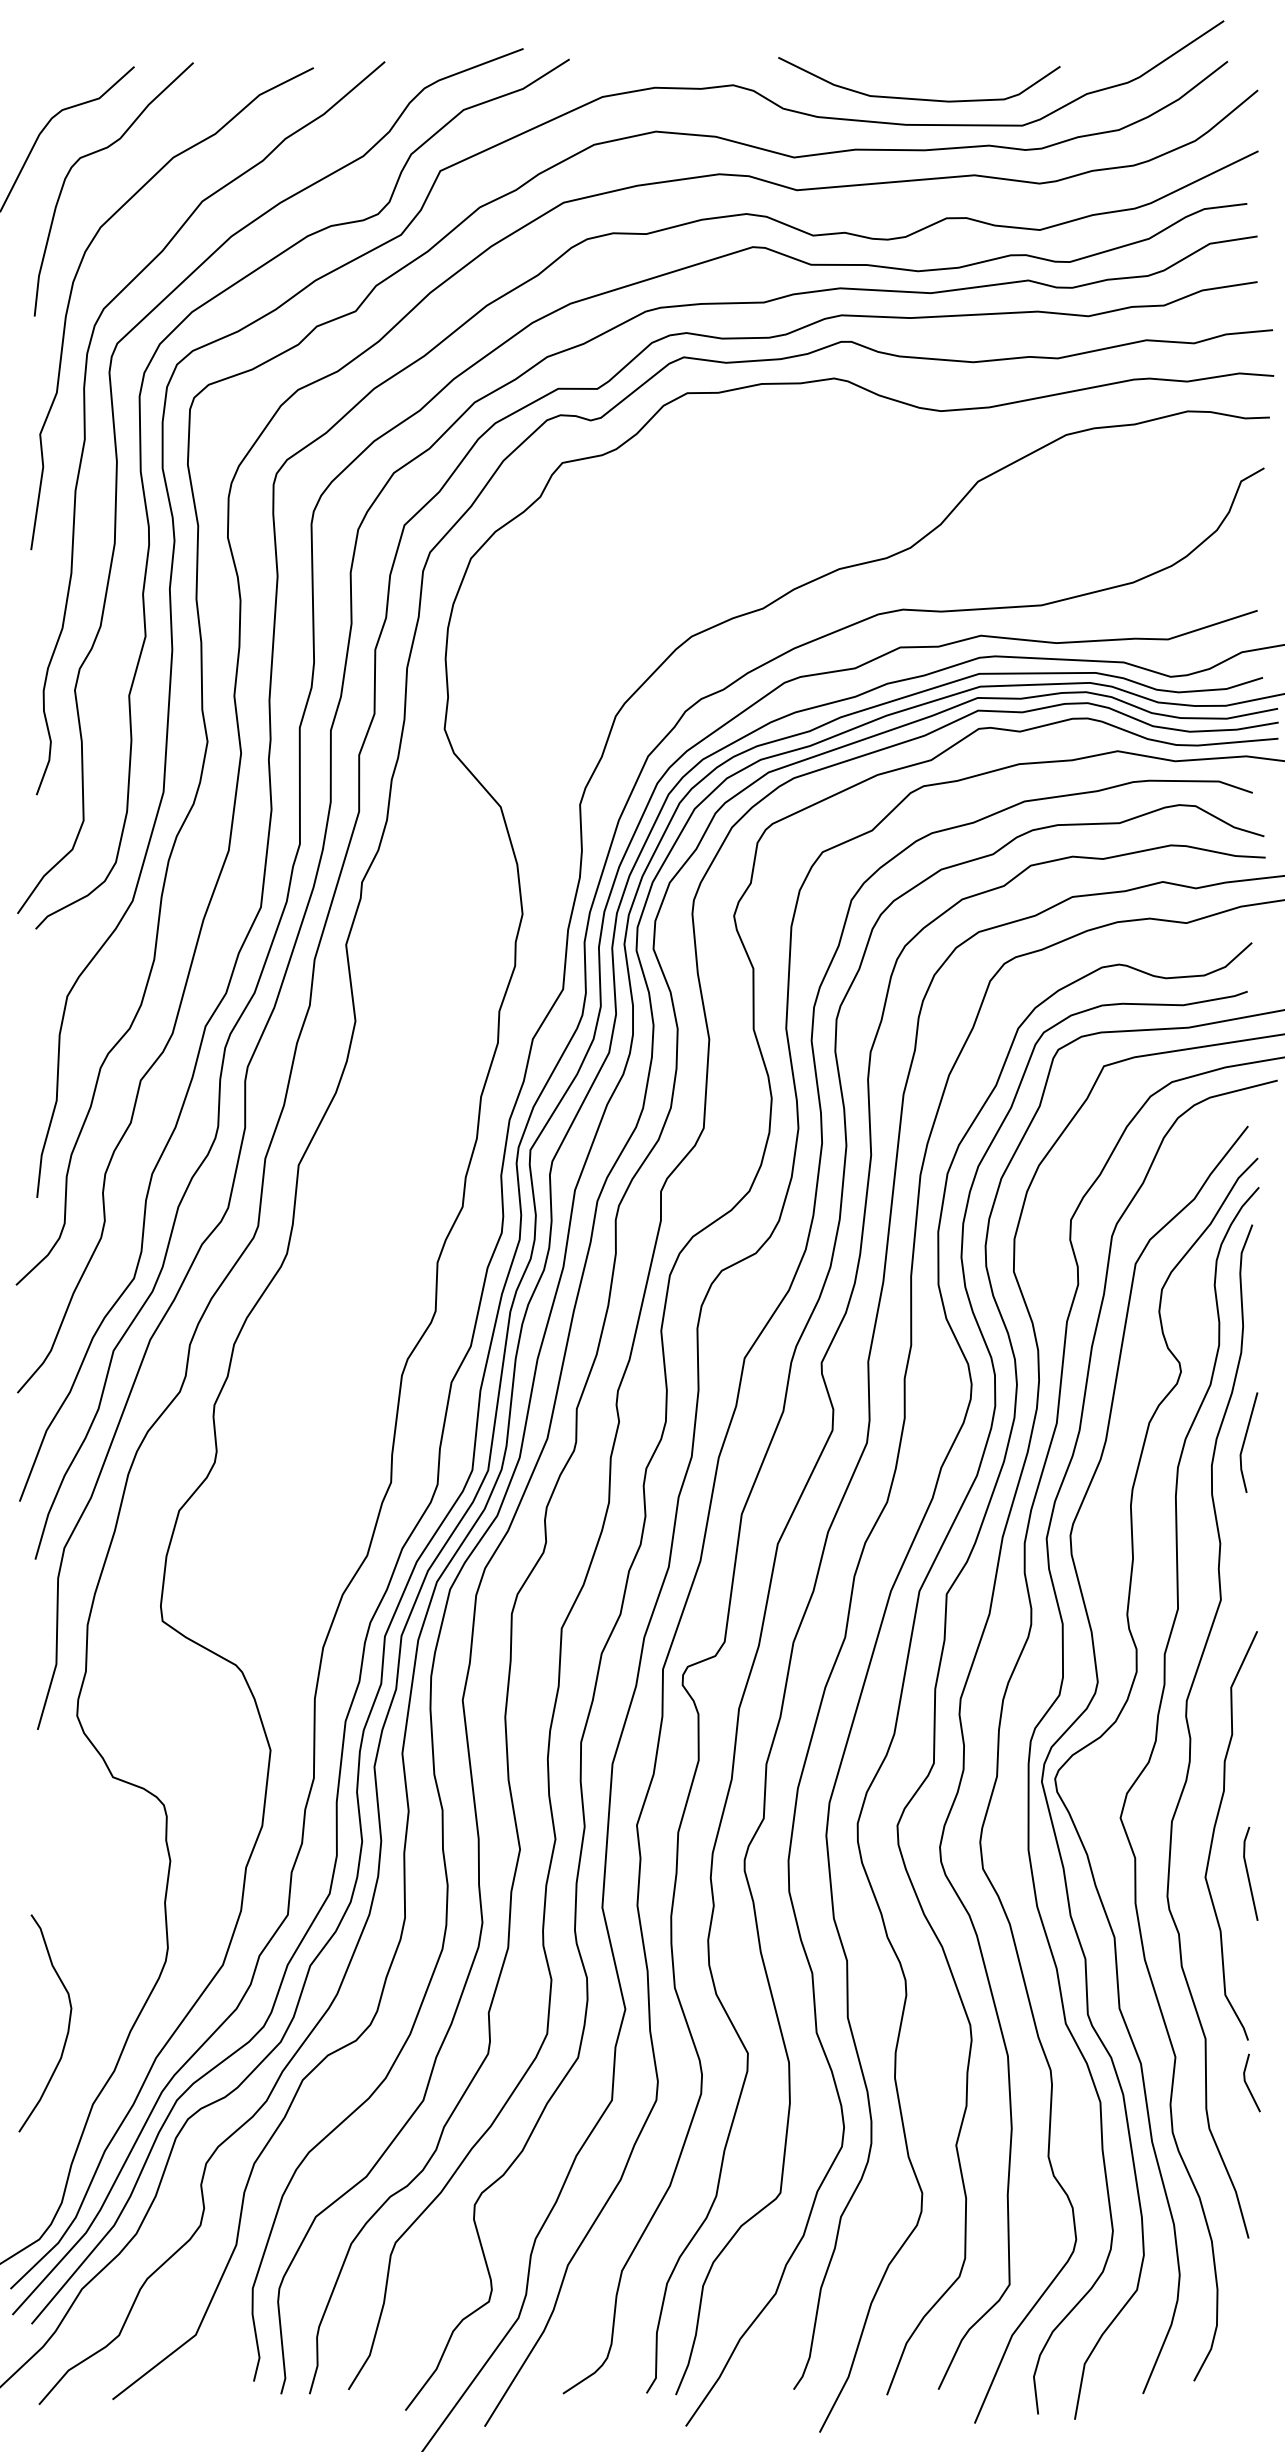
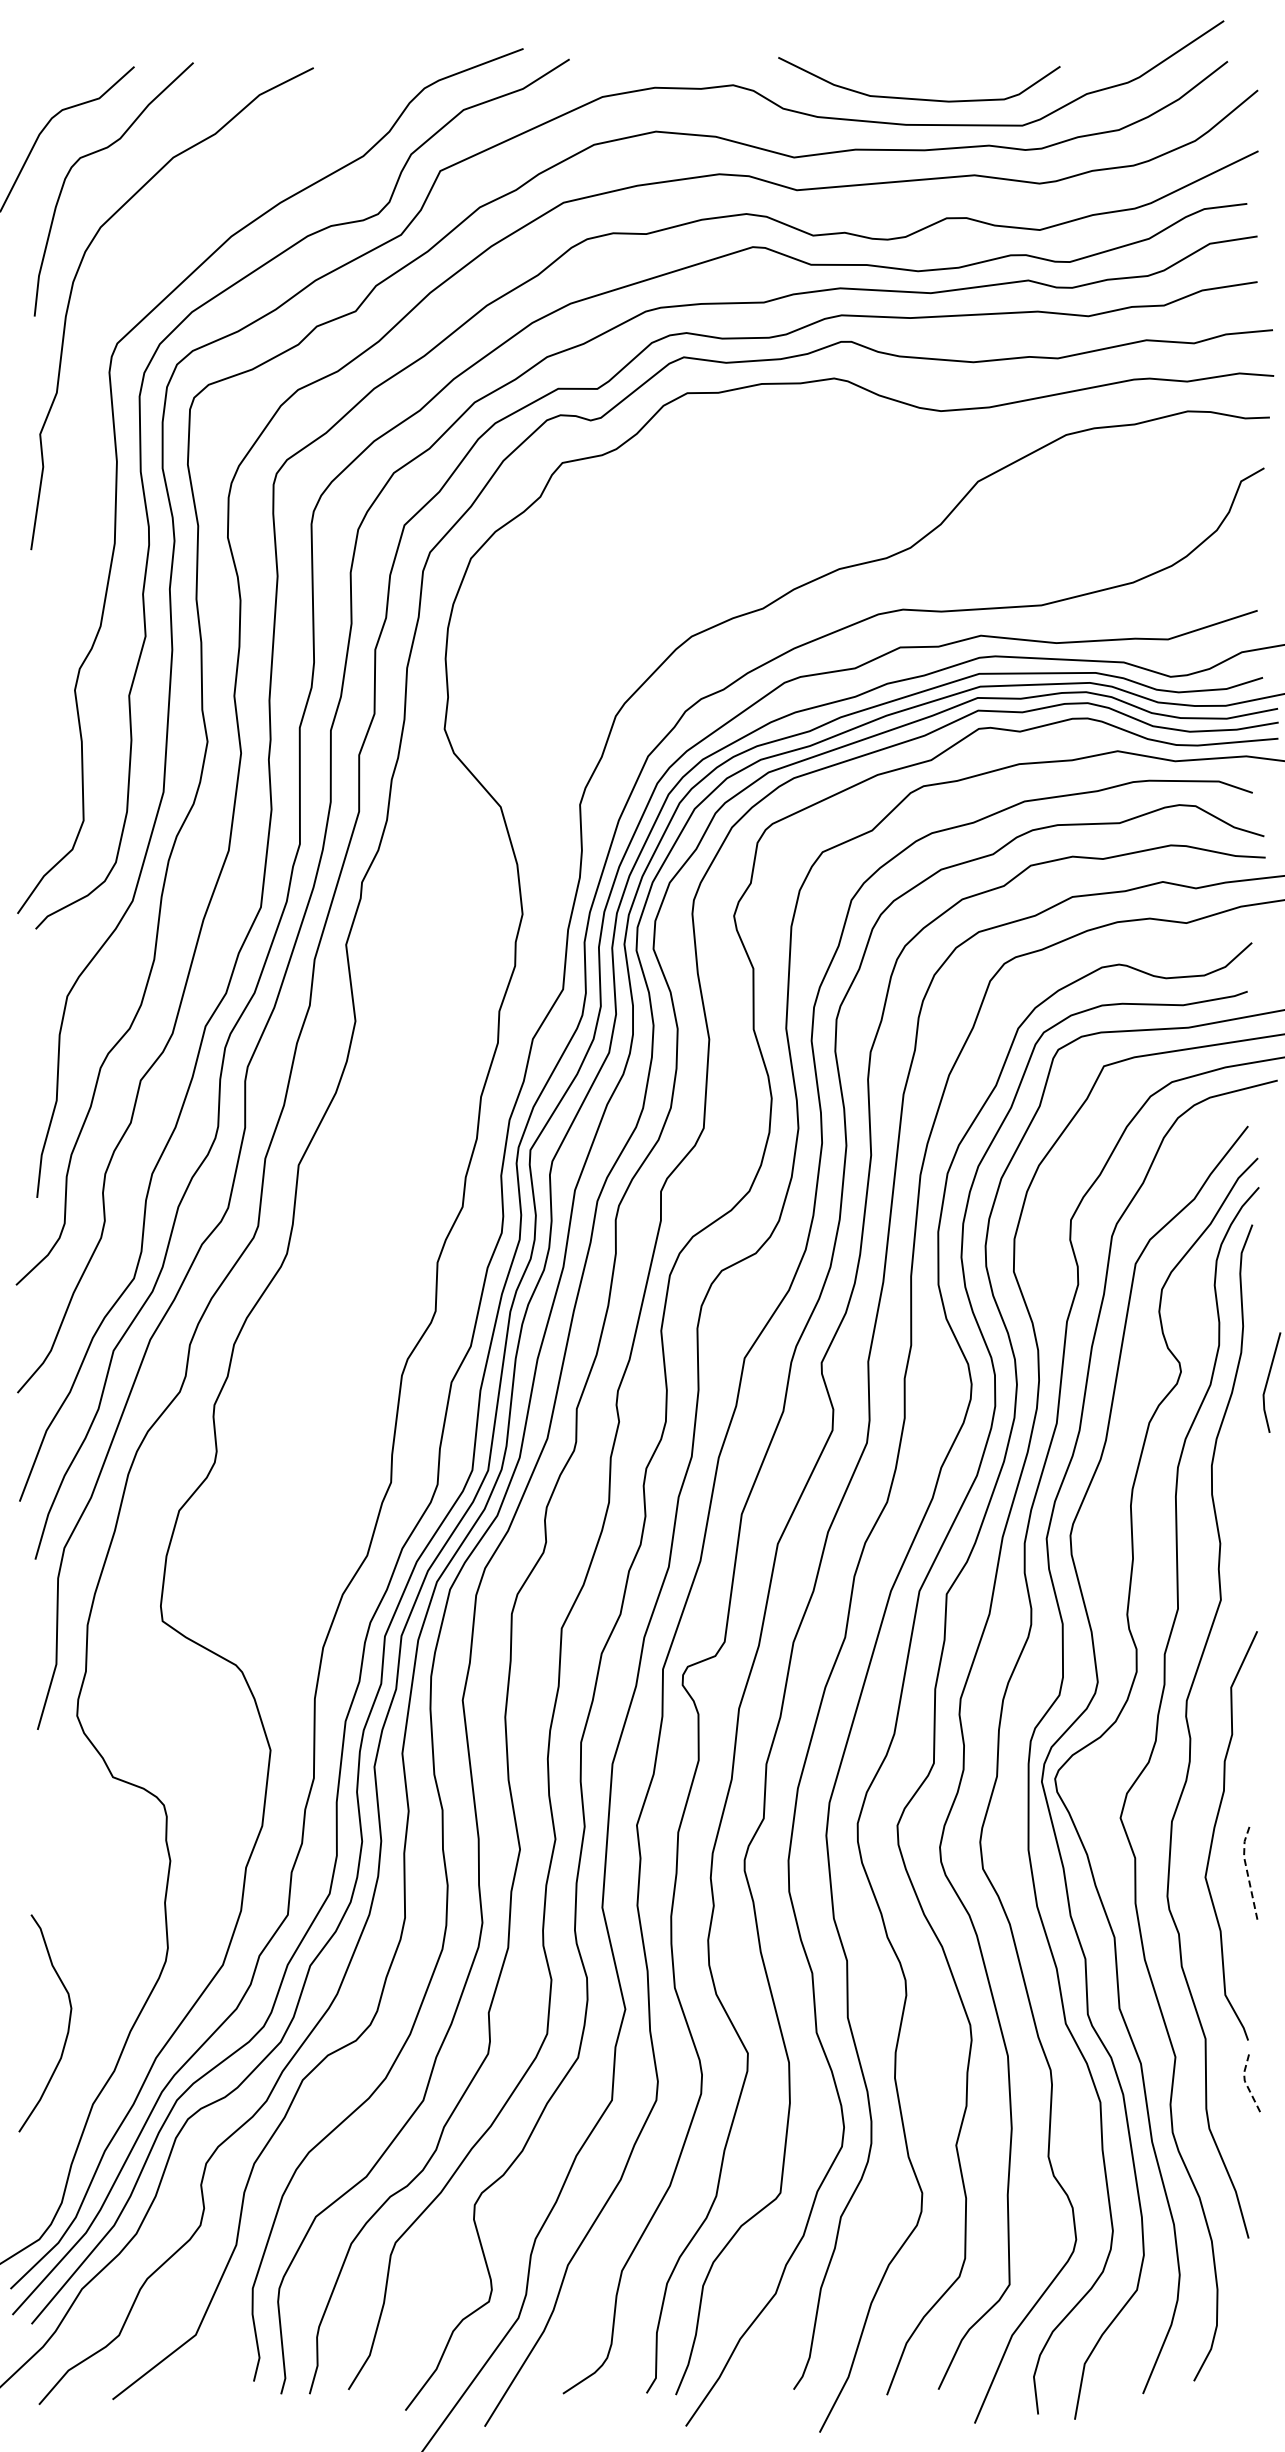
curve at (85, 428): present -> none
line at (1245, 1441) position: (1245, 1441) -> (1268, 1381)
line at (1247, 1872): solid -> dashed
line at (1245, 2082): solid -> dashed
